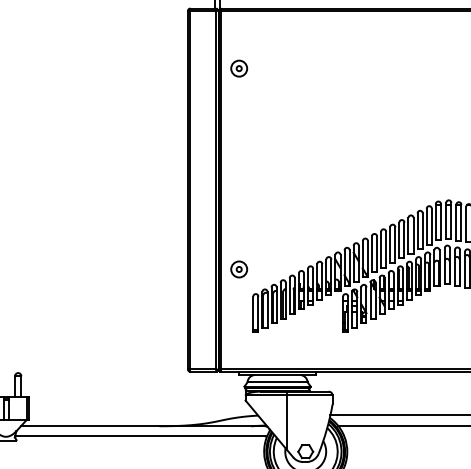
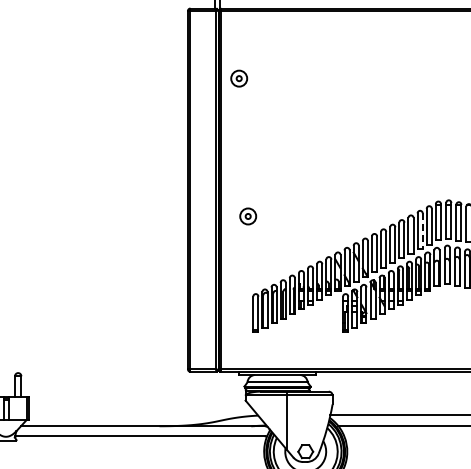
part at (239, 68) position: (239, 68) -> (239, 78)
line at (422, 231): solid -> dashed
part at (239, 269) position: (239, 269) -> (248, 216)
